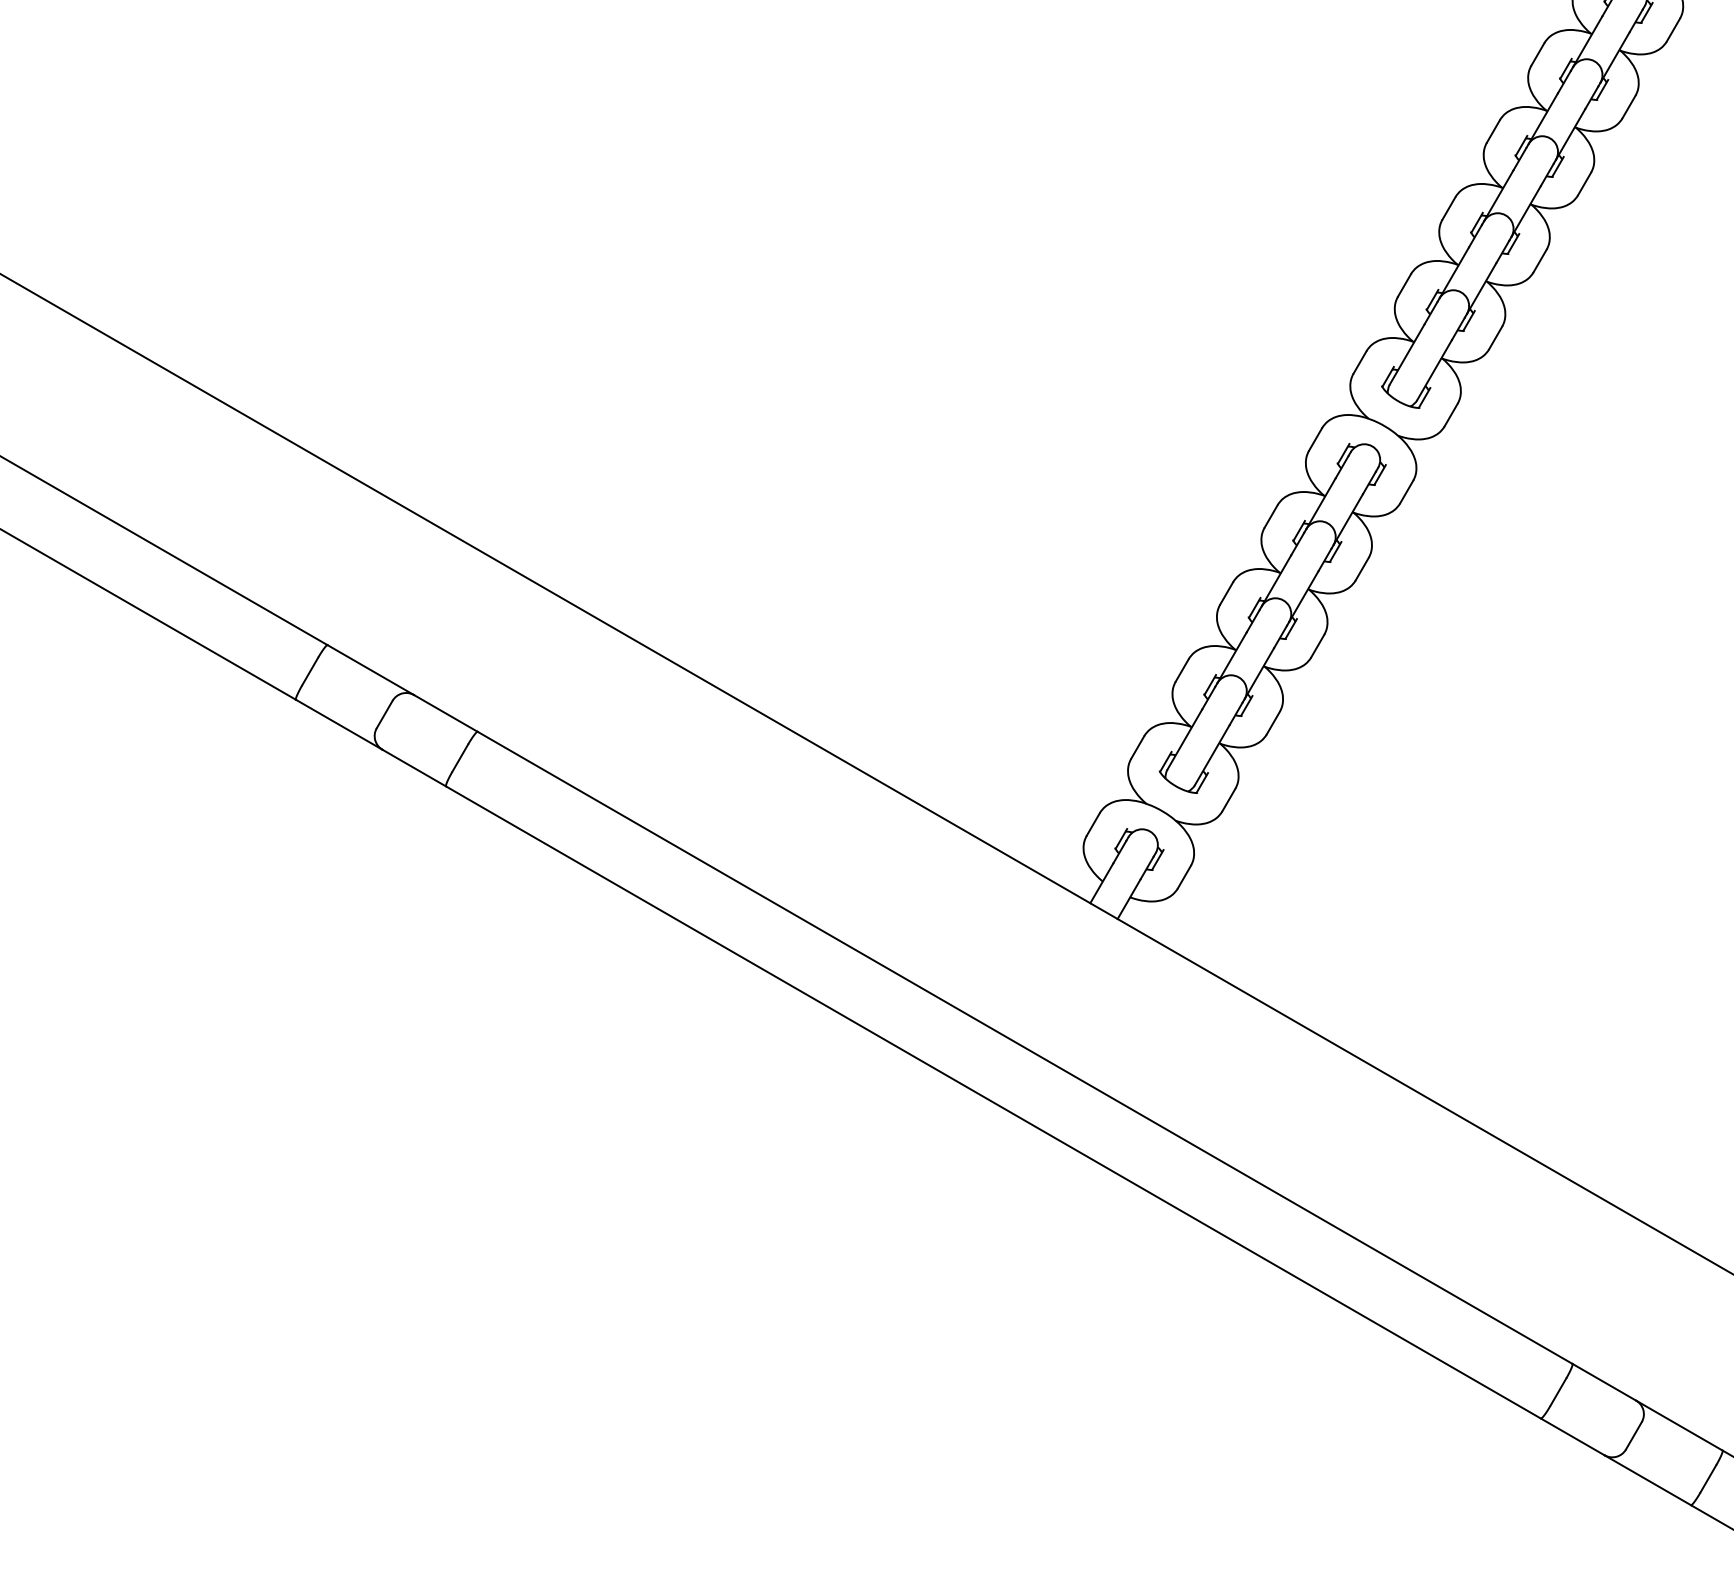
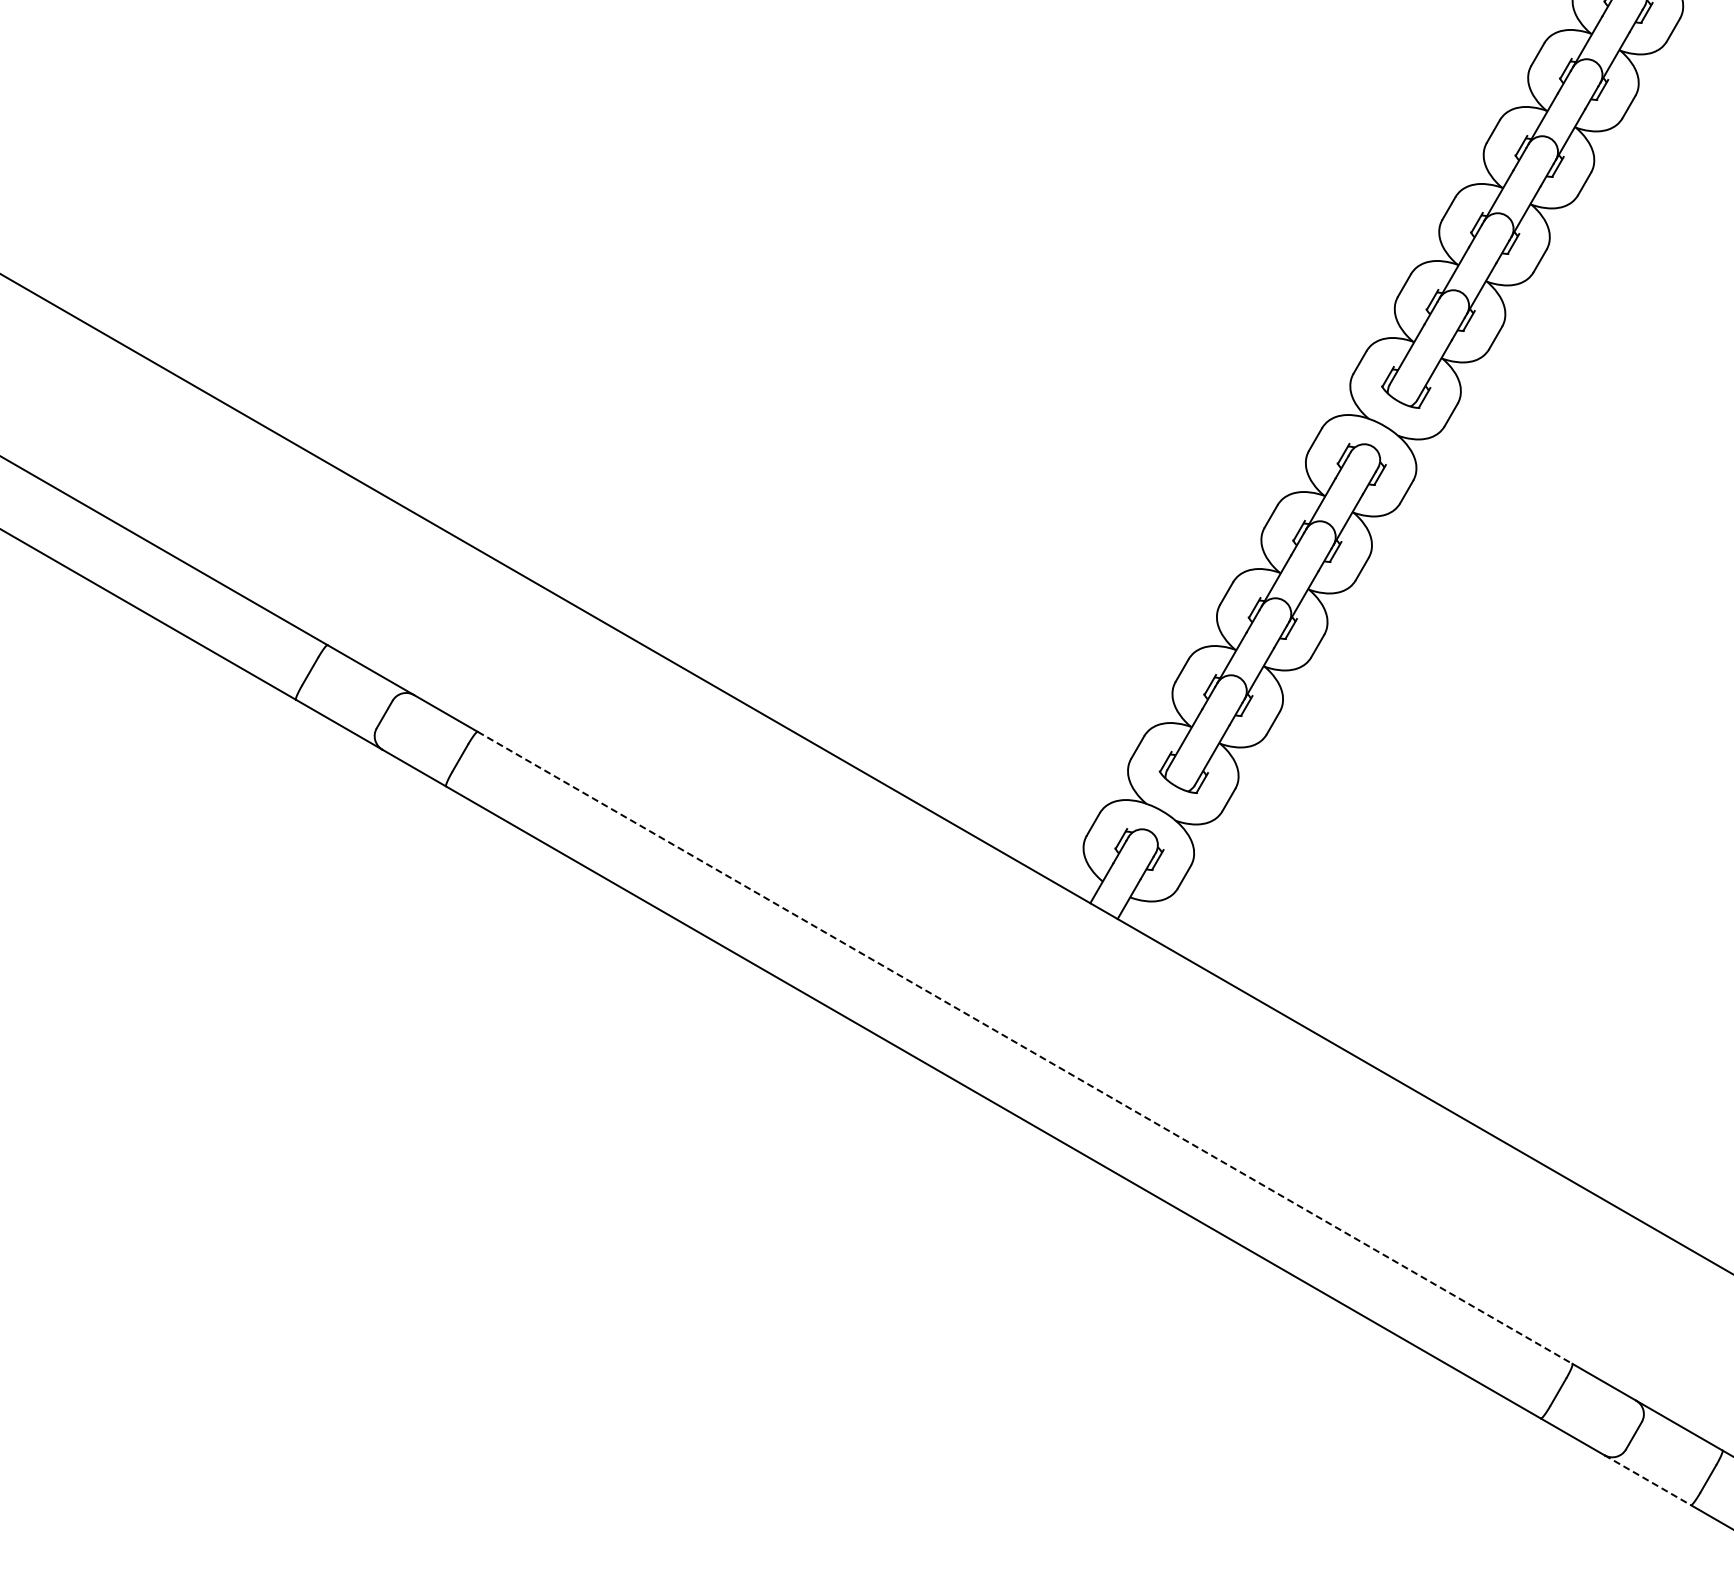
line at (1025, 1048): solid -> dashed
line at (1648, 1480): solid -> dashed
